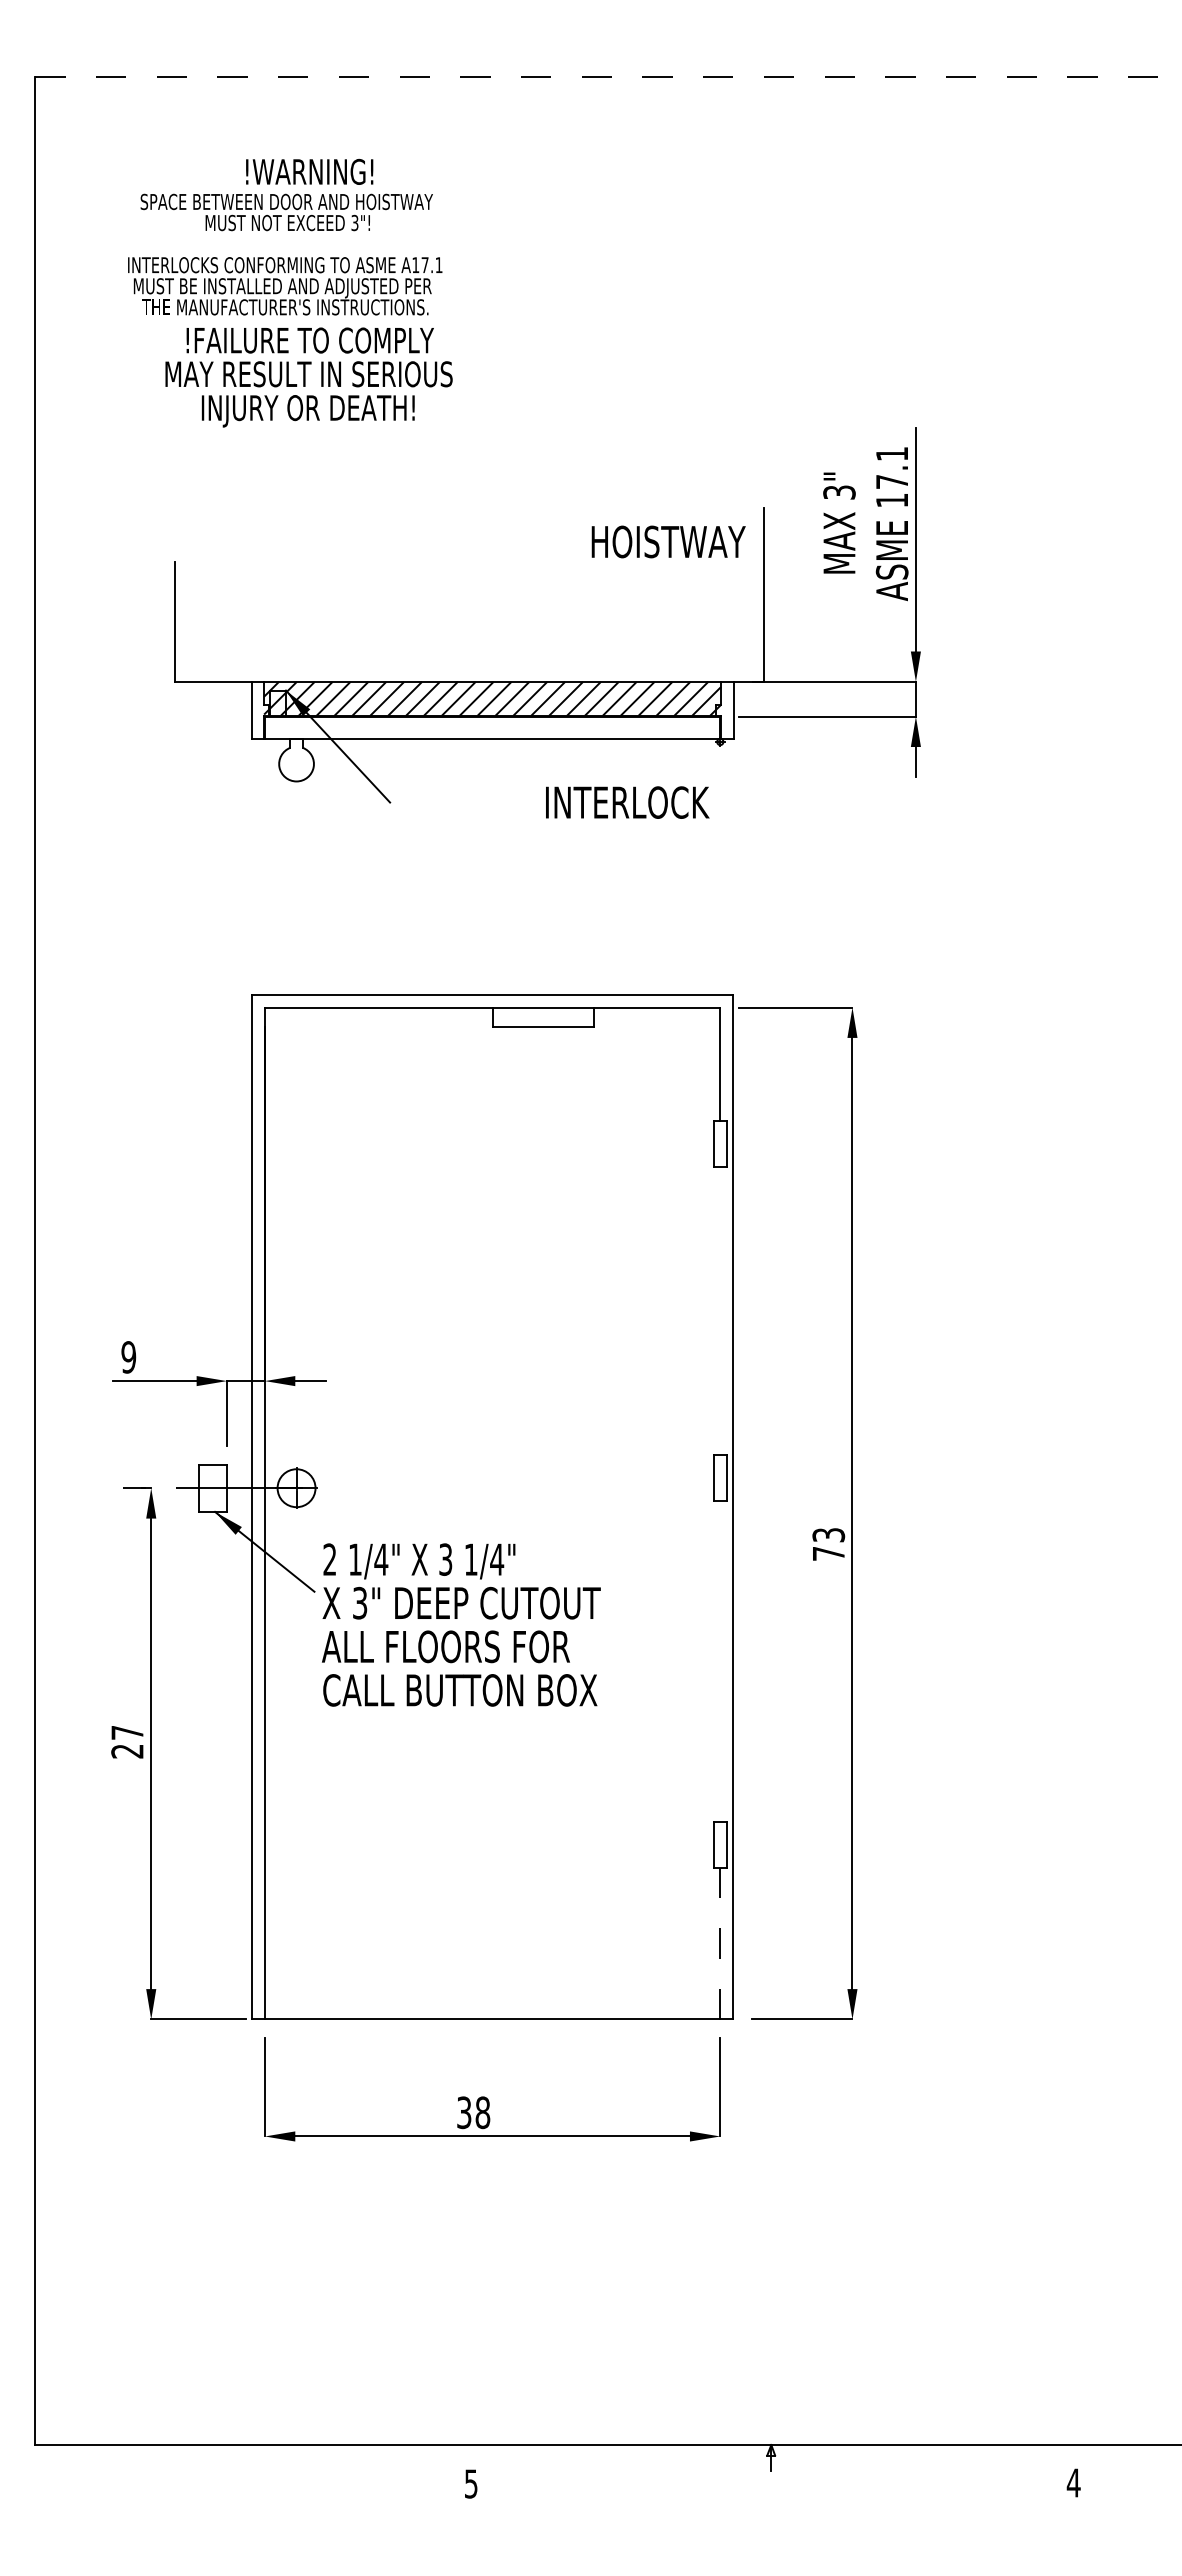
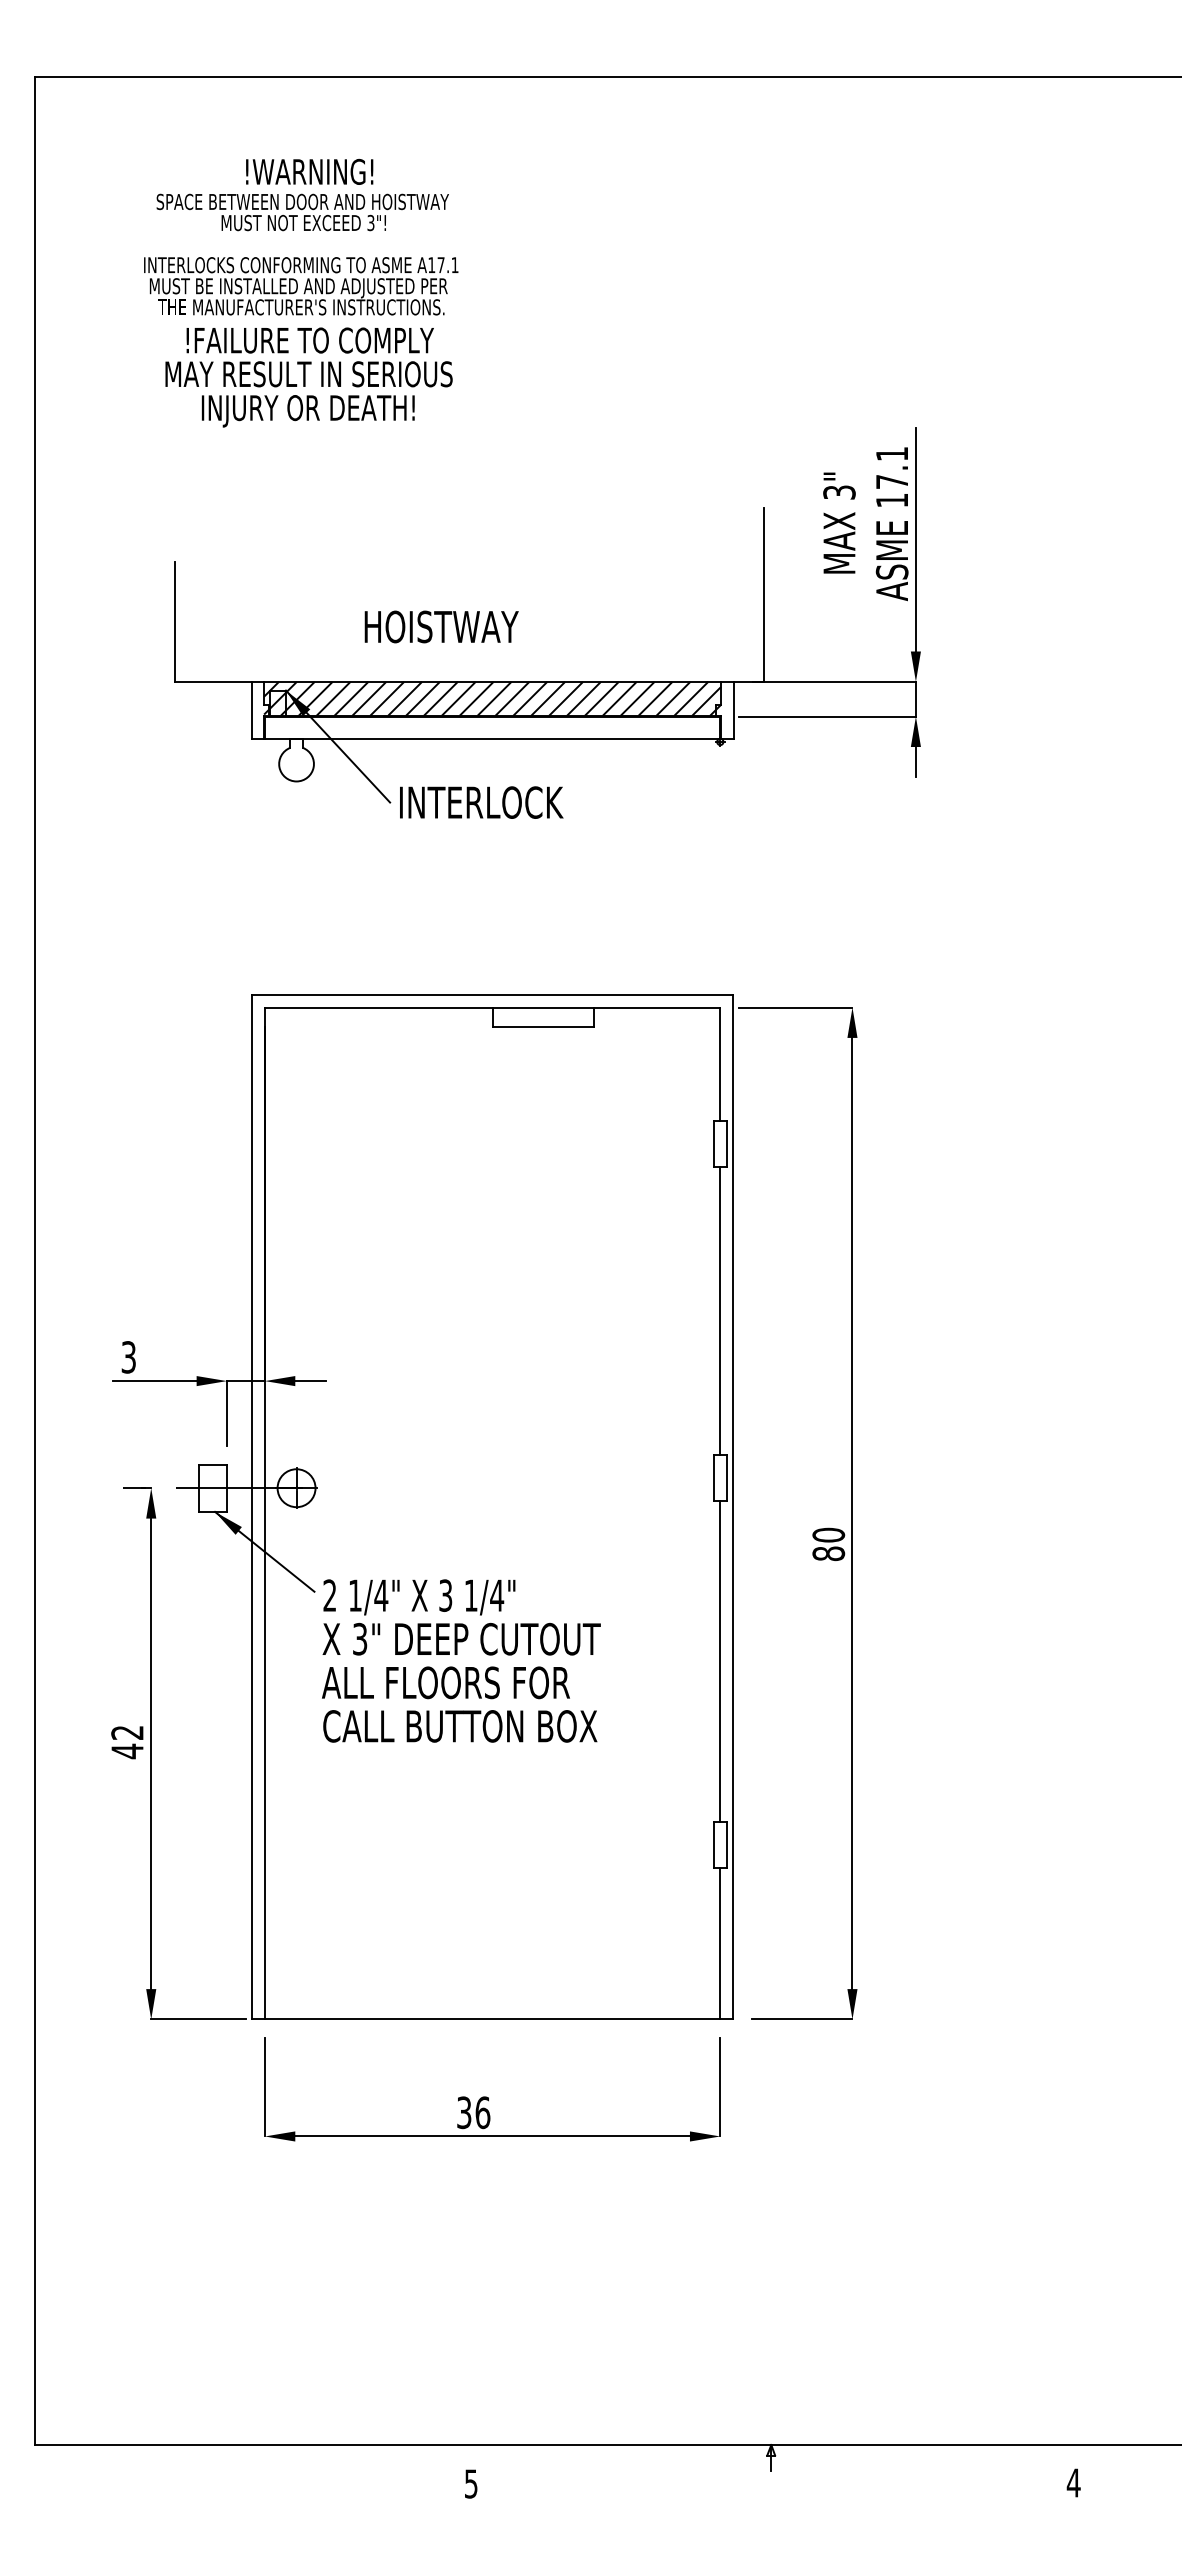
line at (608, 77): dashed -> solid
text at (285, 254) position: (285, 254) -> (301, 254)
text at (668, 541) position: (668, 541) -> (441, 626)
text at (627, 802) position: (627, 802) -> (481, 802)
line at (720, 1311): none -> present
text at (128, 1357): 9 -> 3
text at (828, 1544): 73 -> 80
text at (461, 1624) position: (461, 1624) -> (461, 1660)
line at (720, 1660): none -> present
text at (127, 1742): 27 -> 42
line at (720, 1943): dashed -> solid
text at (482, 2112): 38 -> 36
